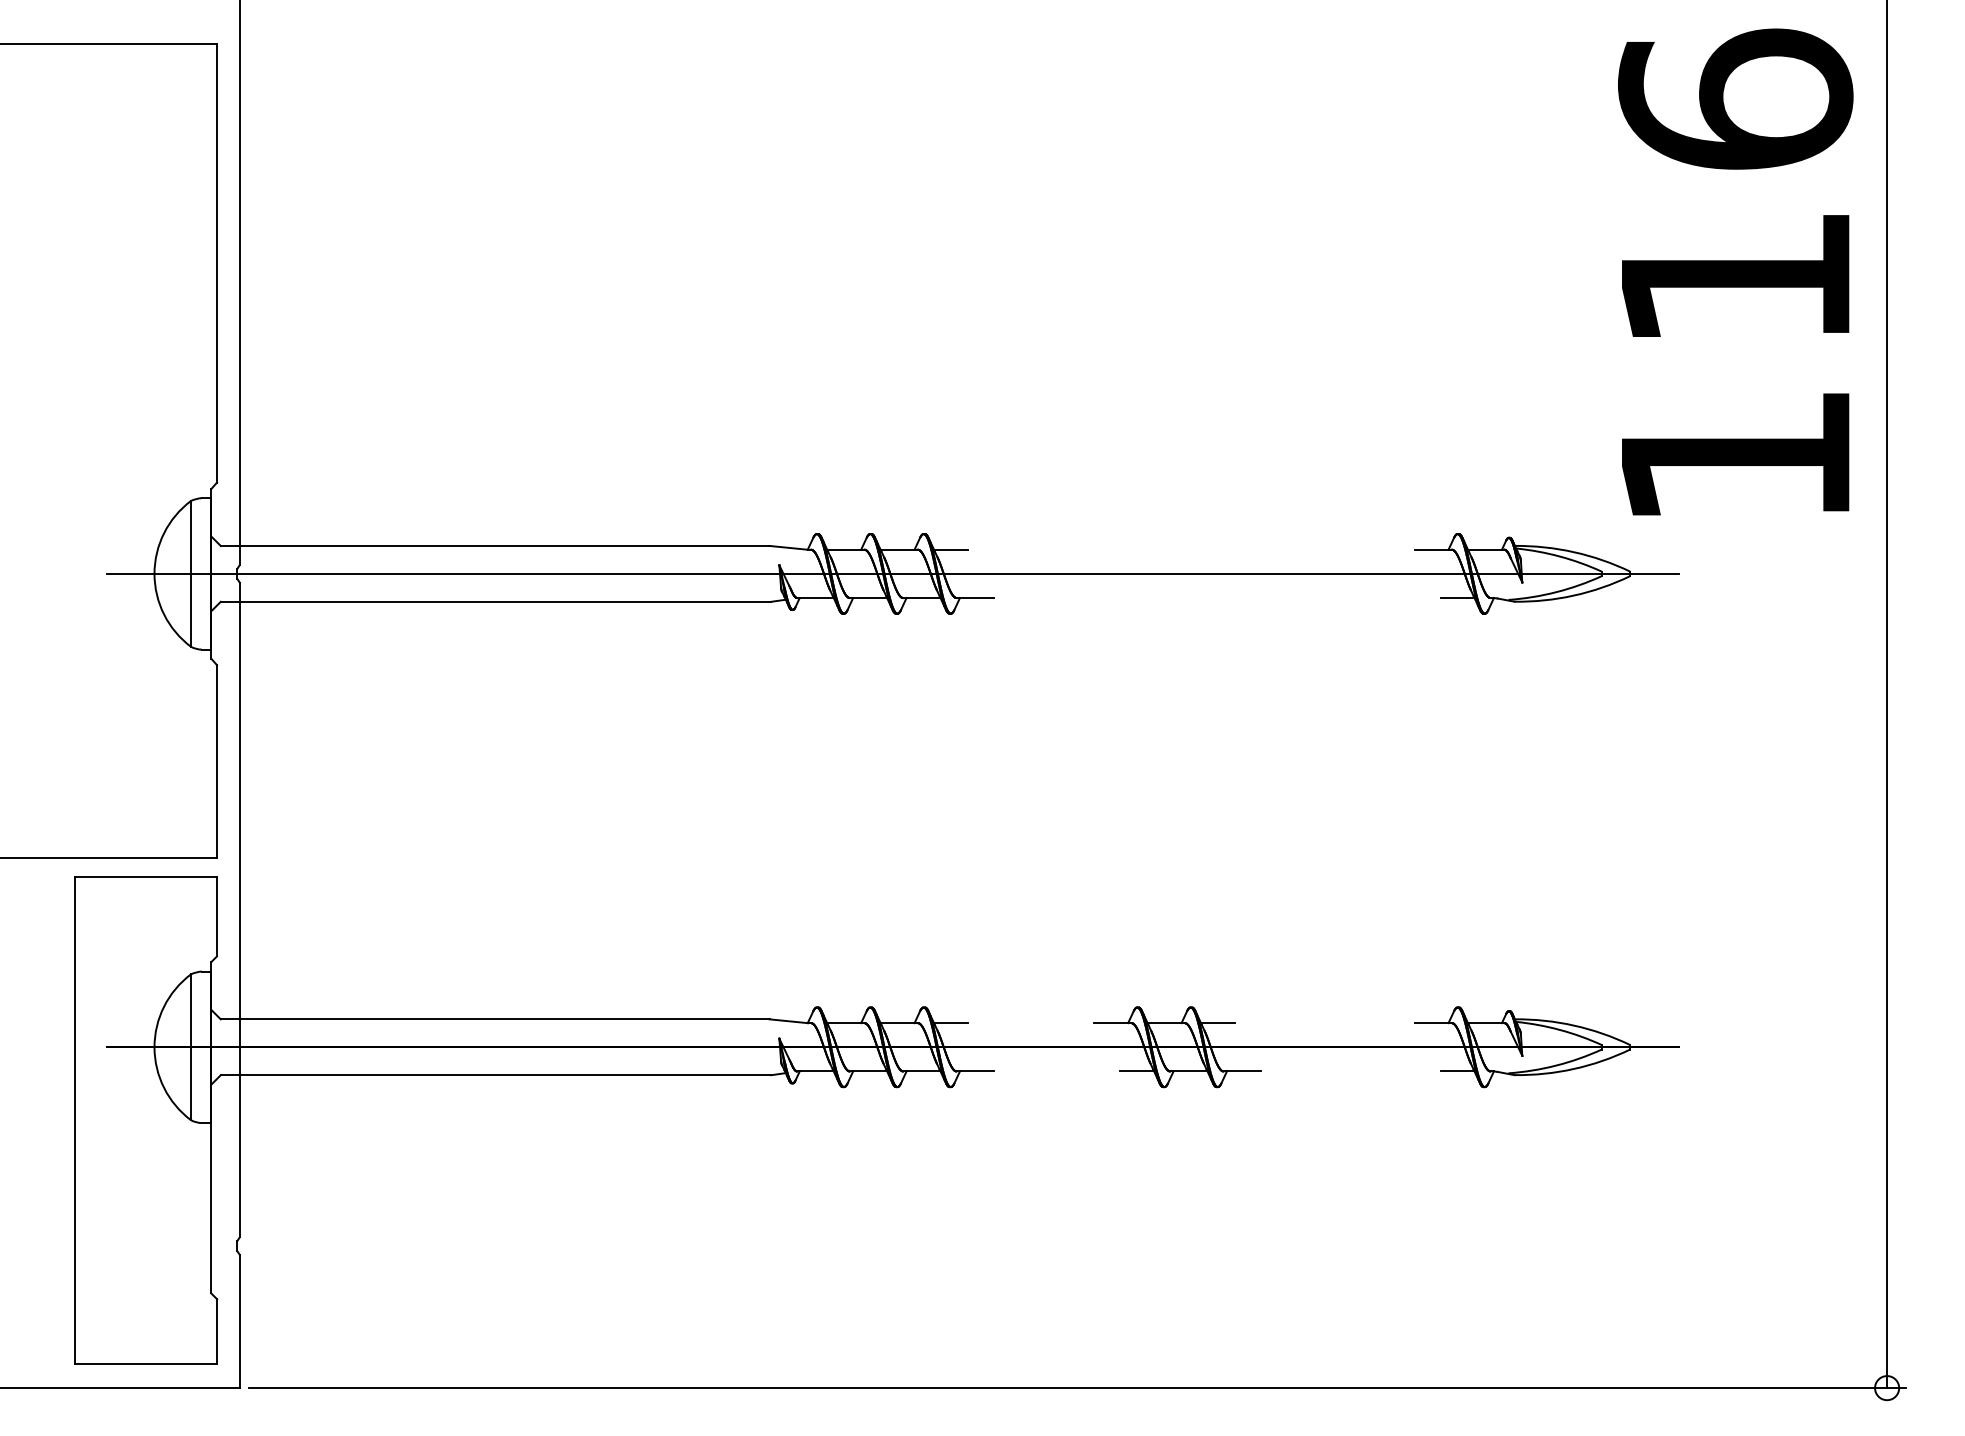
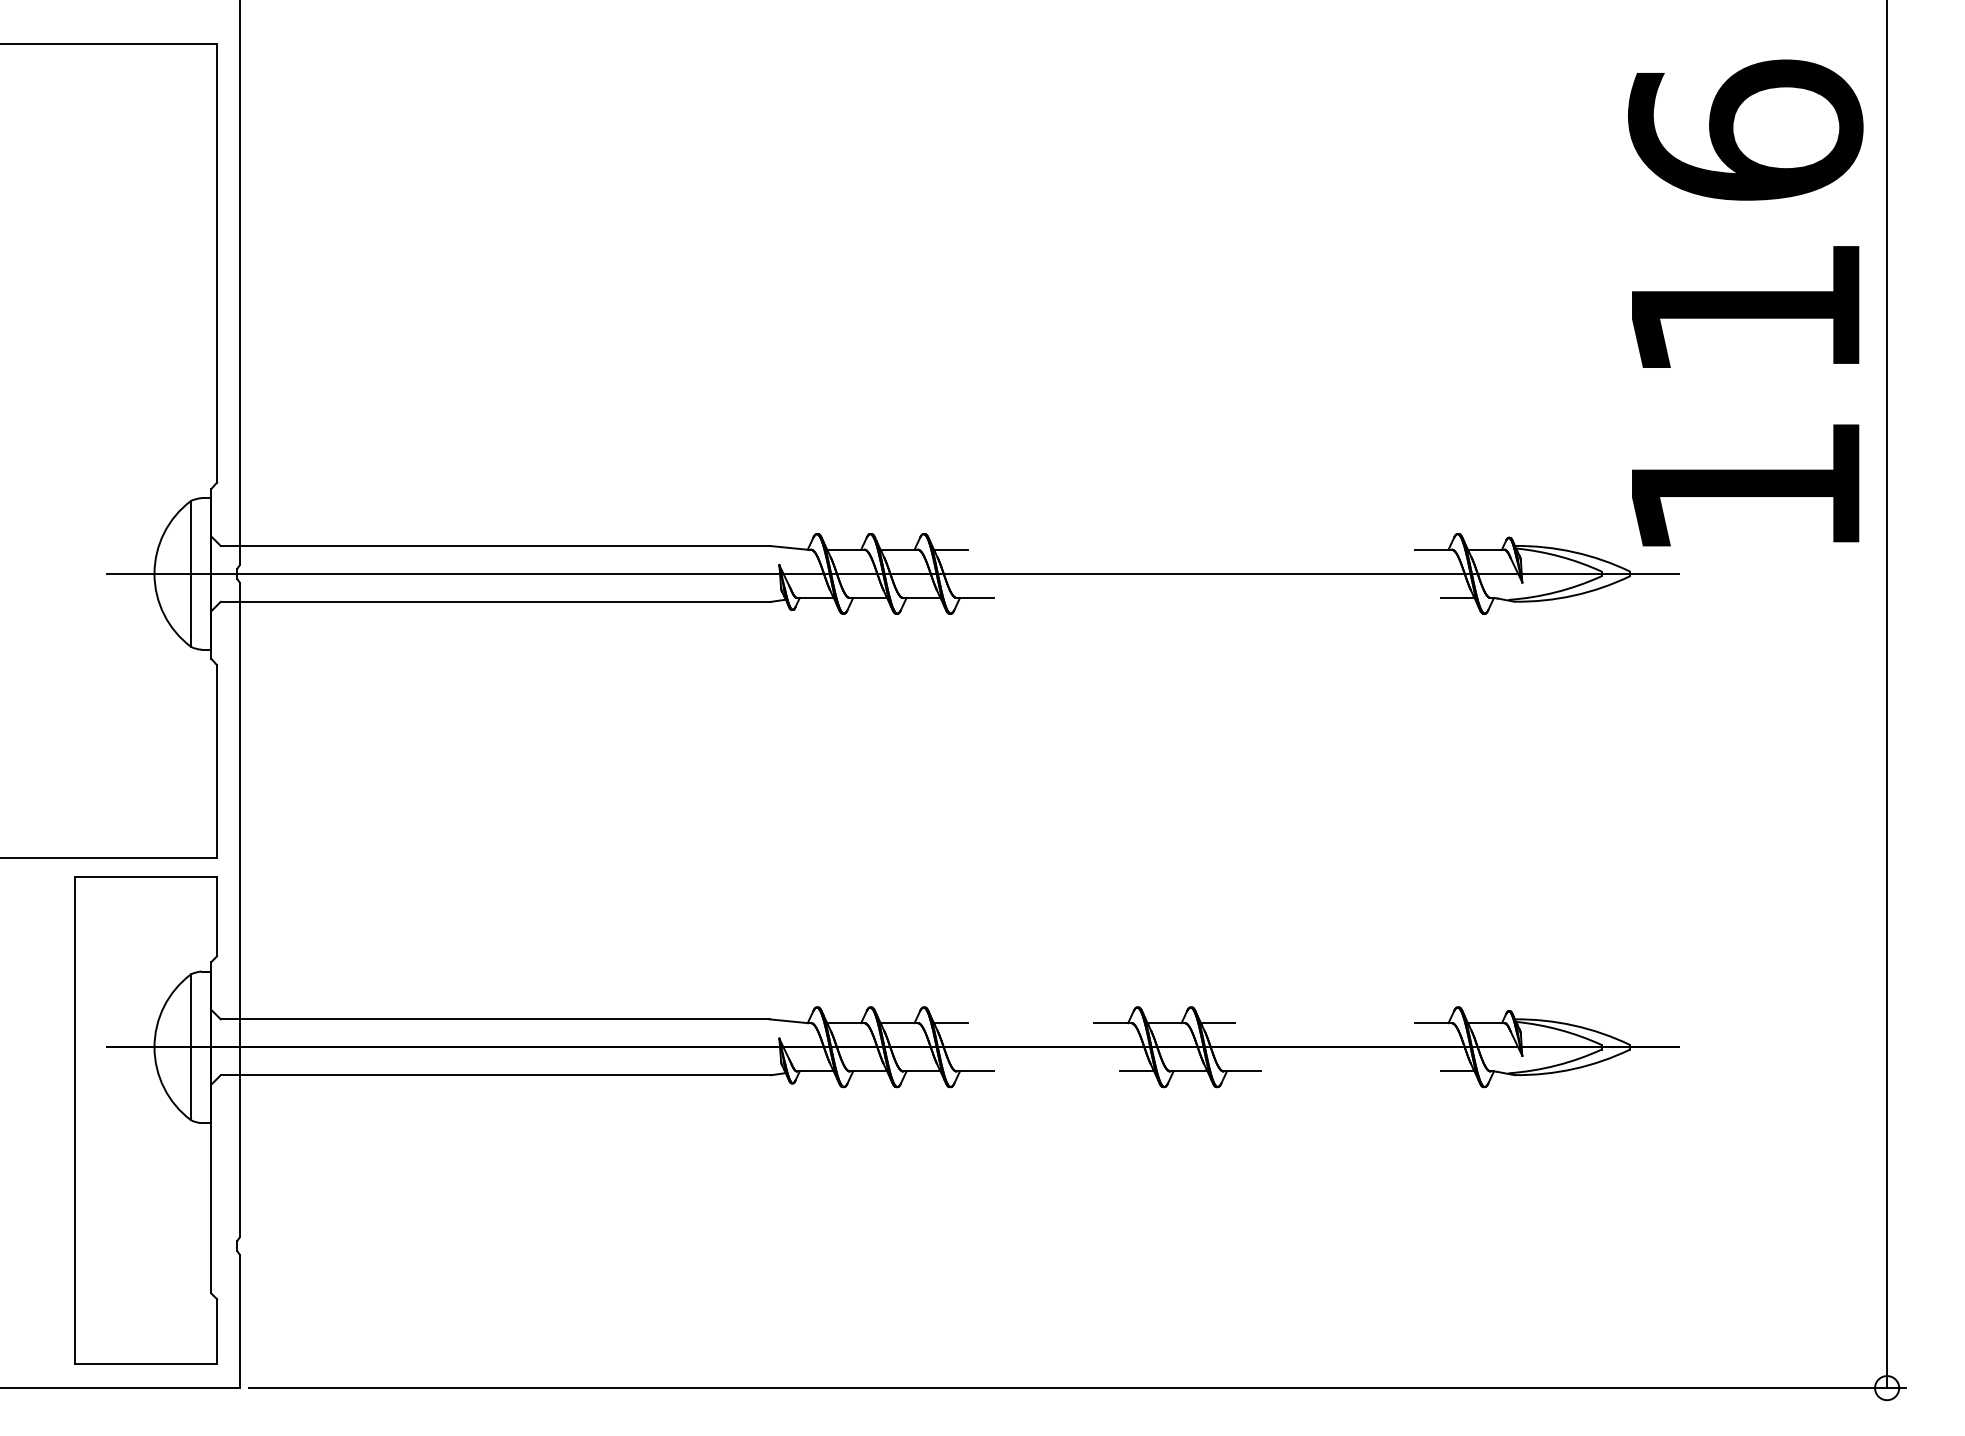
text at (1735, 271) position: (1735, 271) -> (1745, 302)
